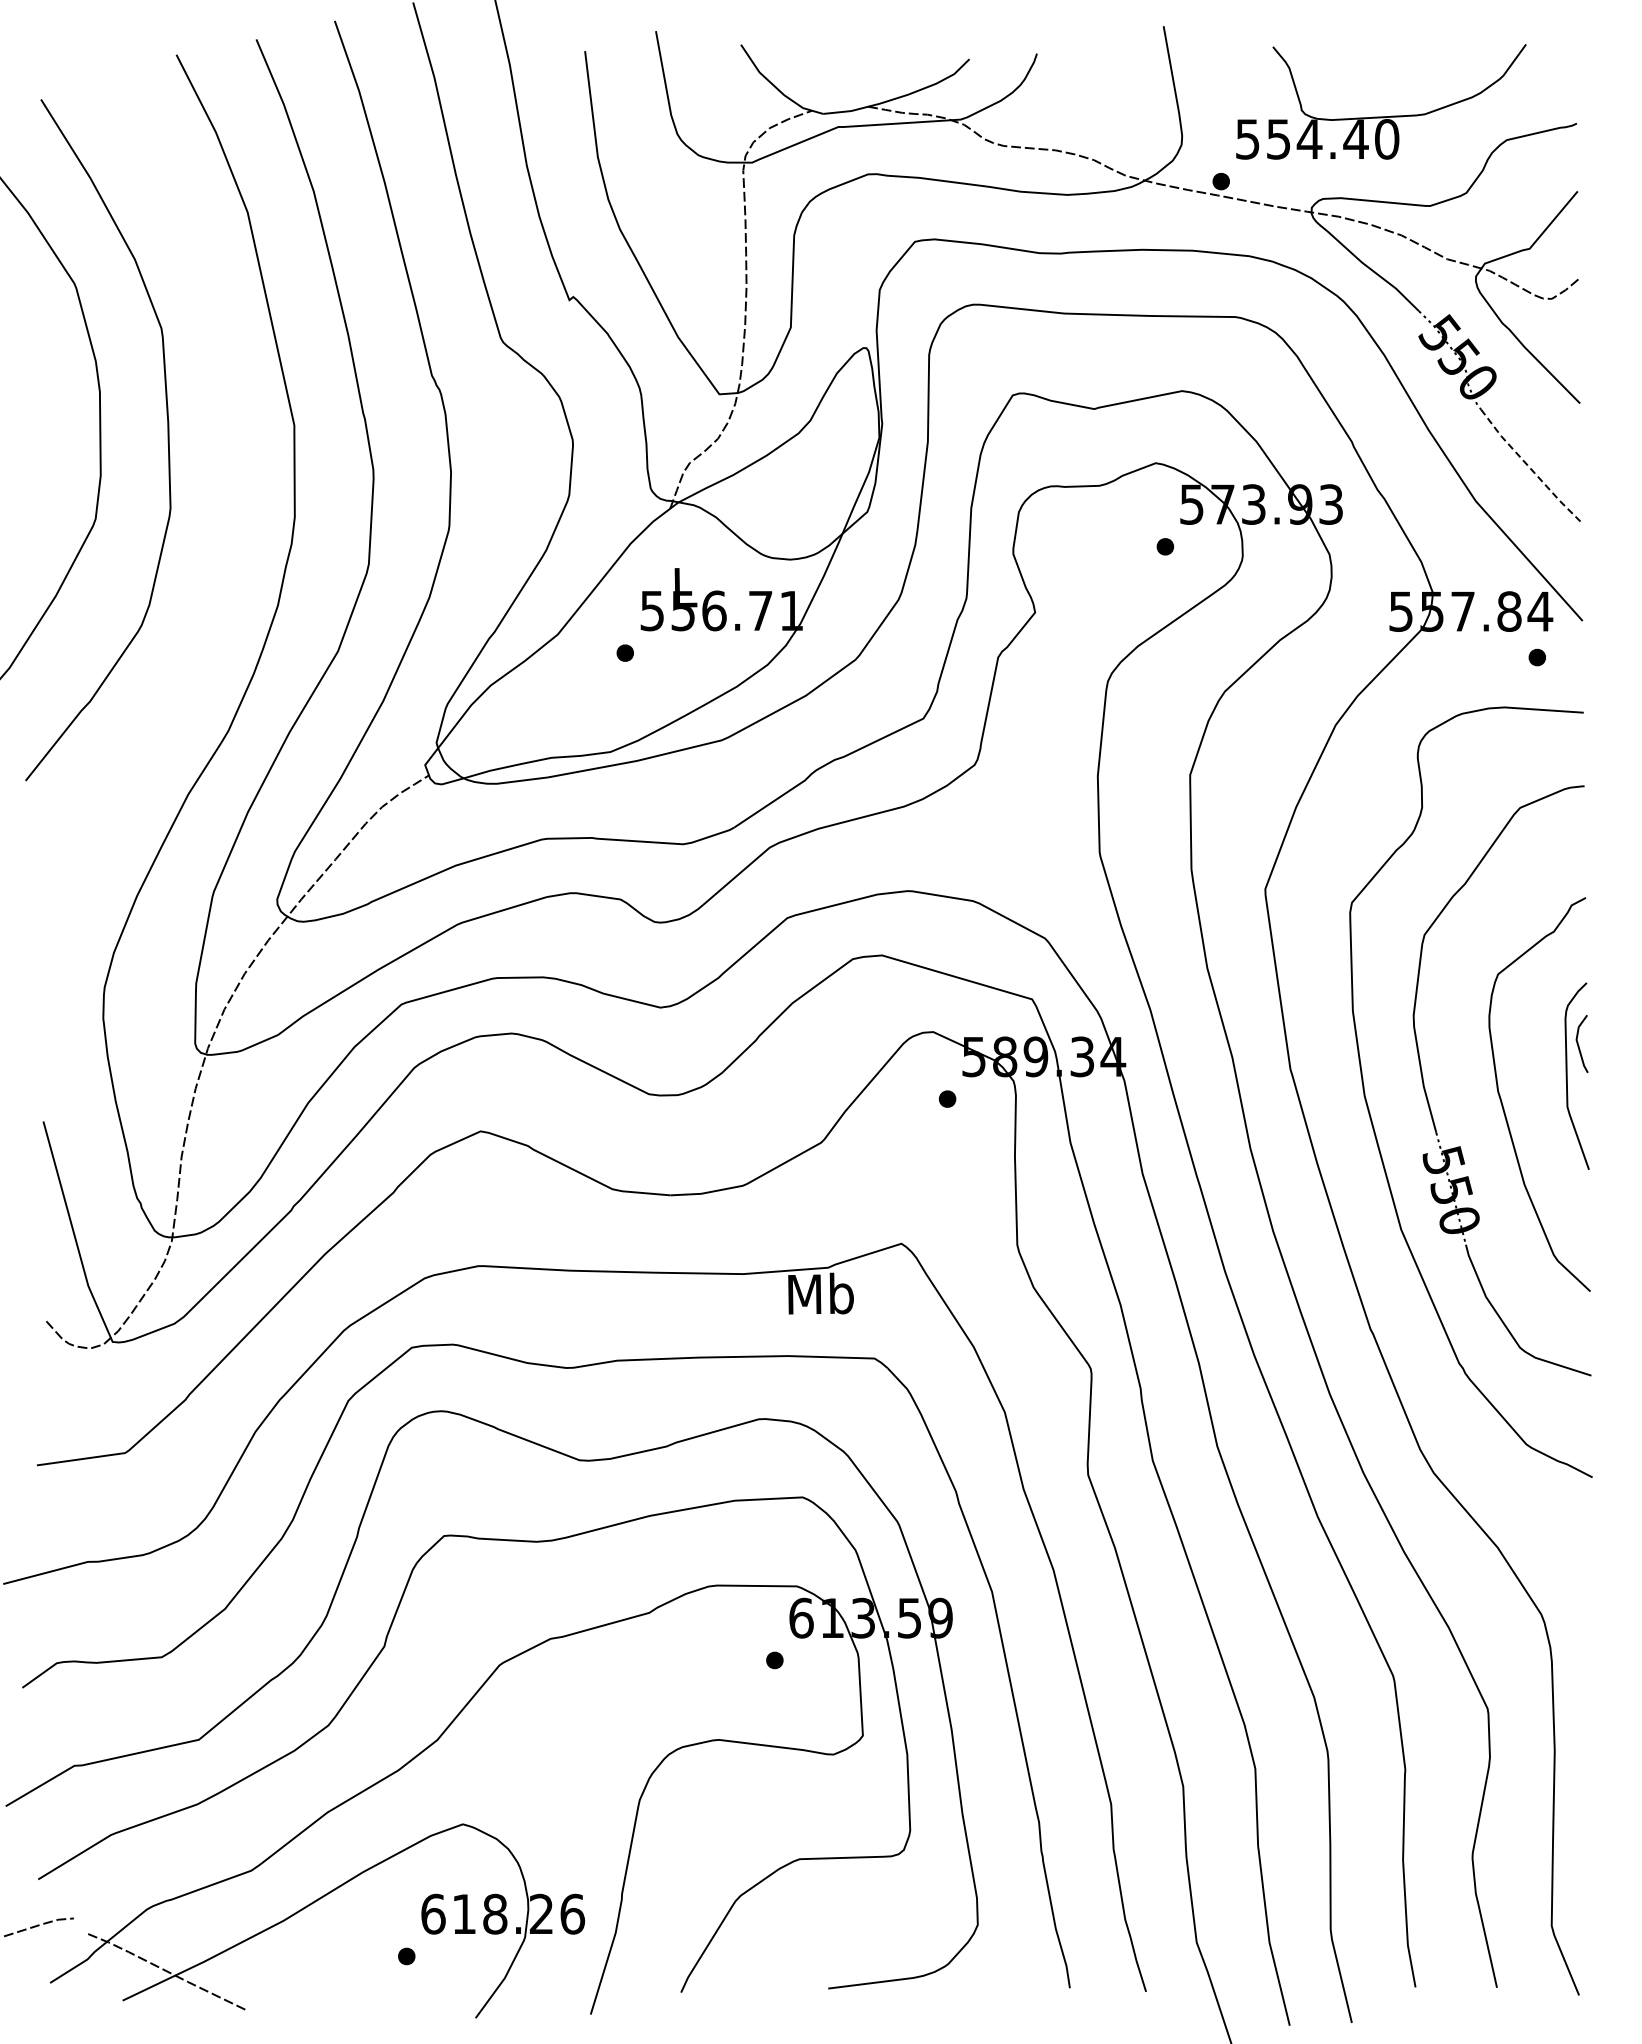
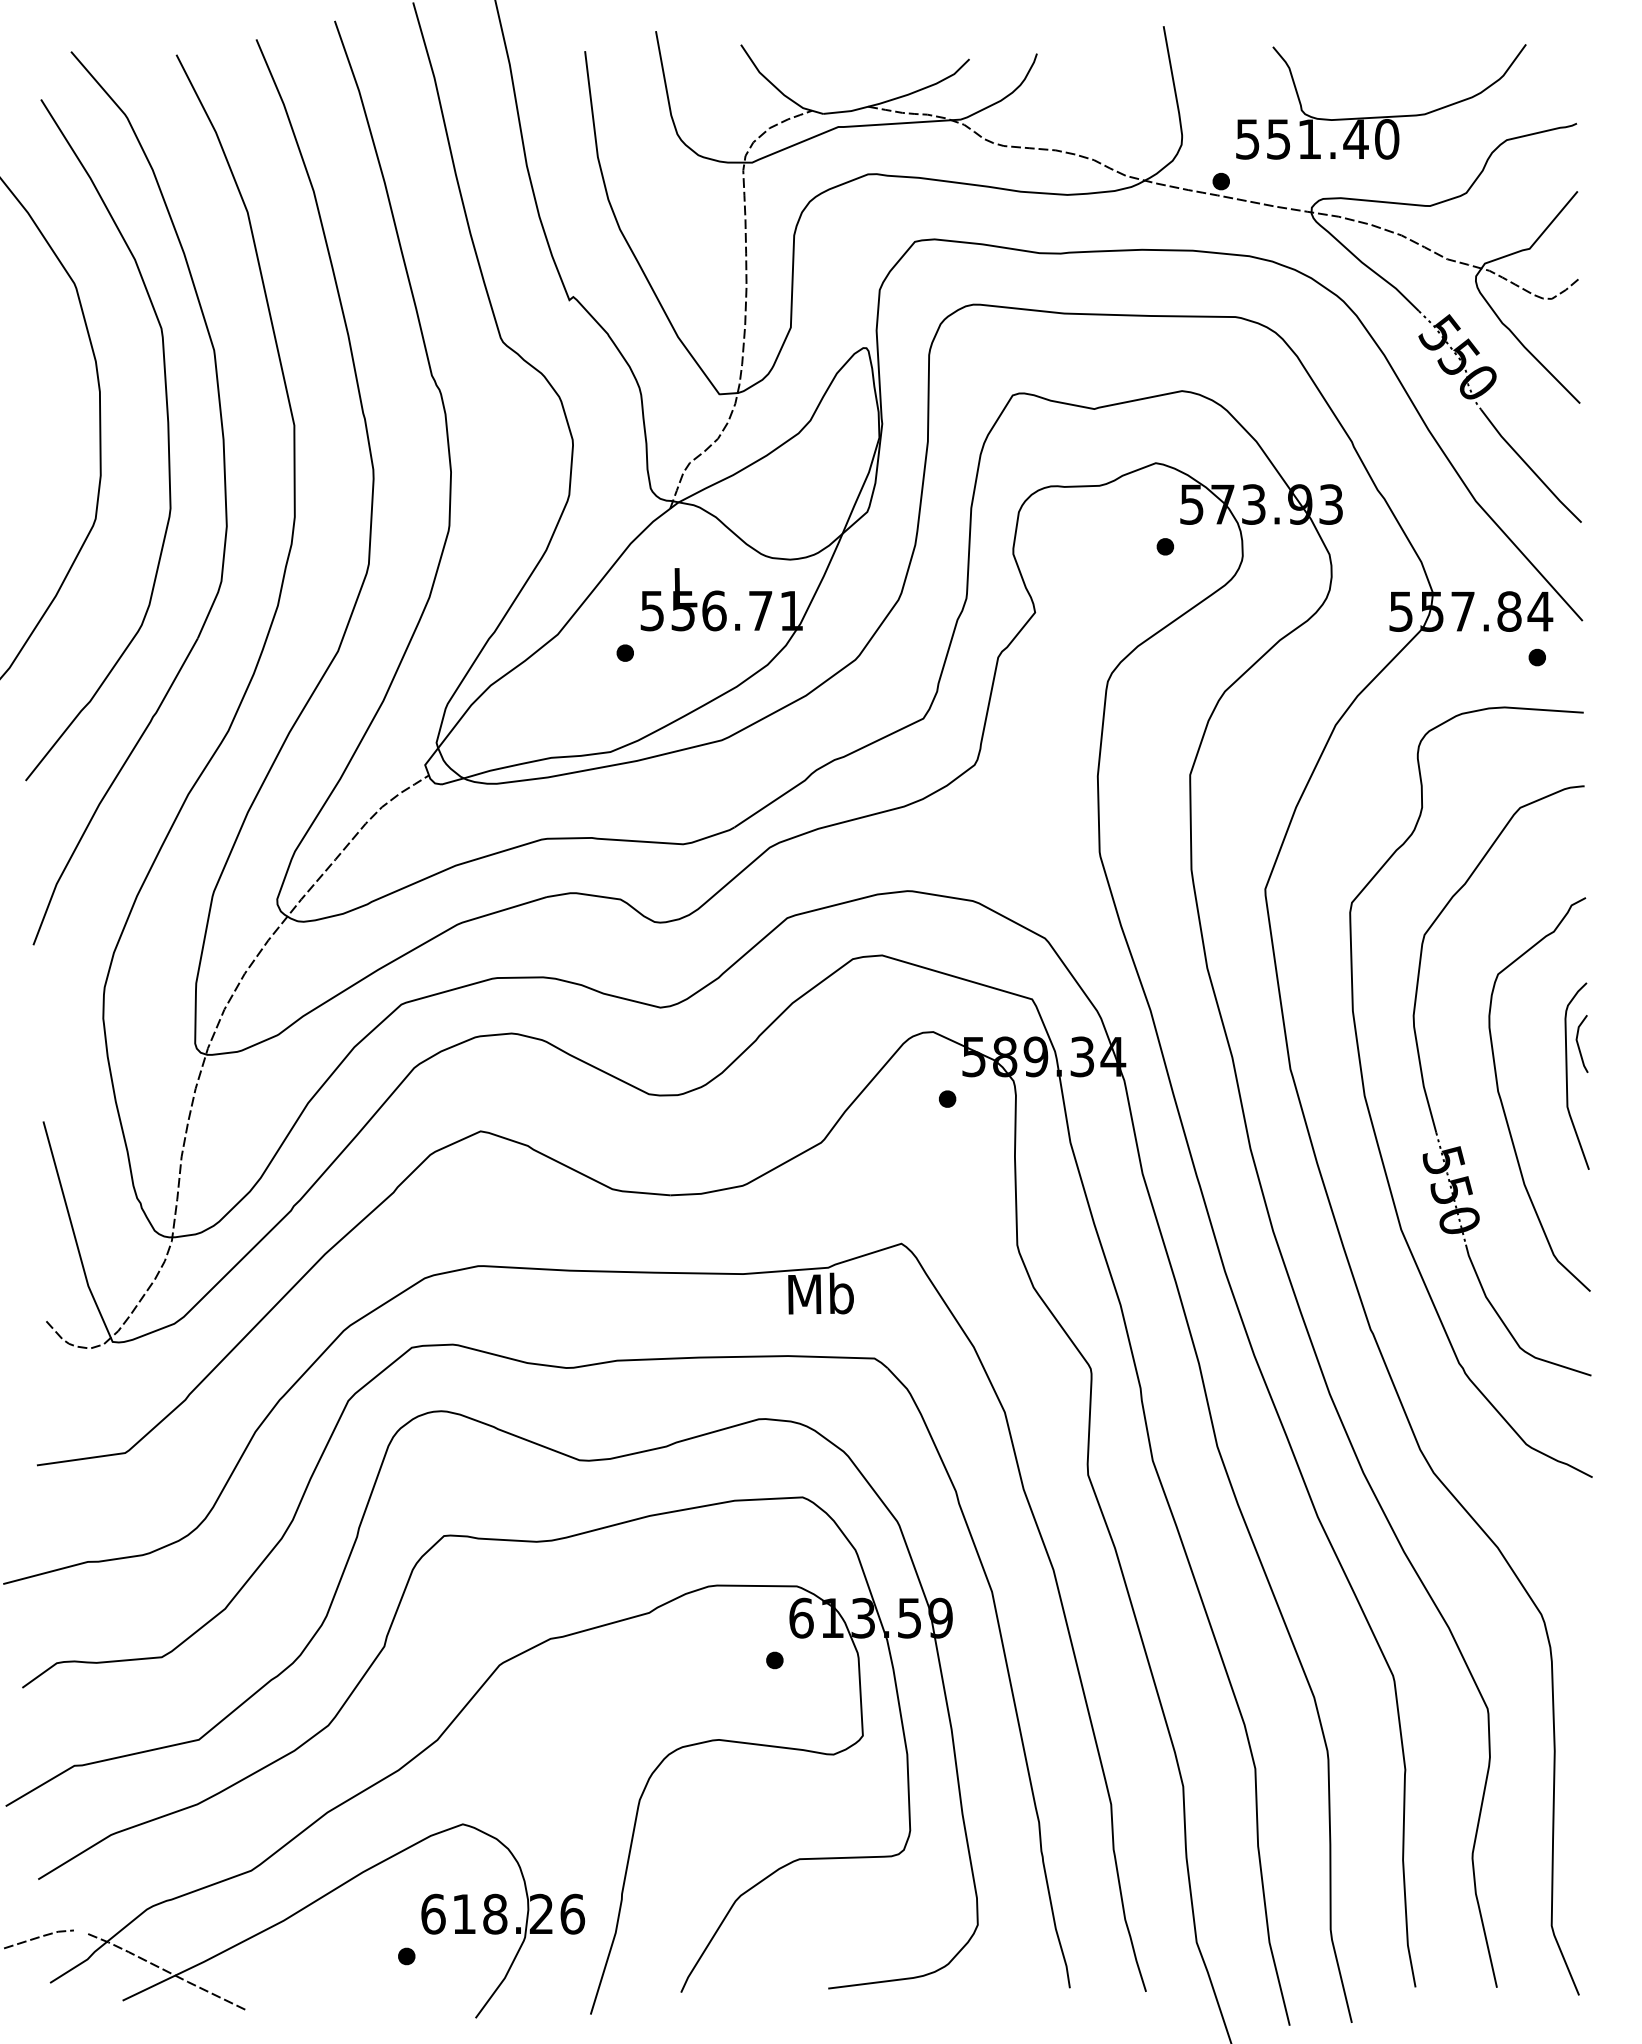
text at (1309, 138): 554.40 -> 551.40
line at (1530, 467): dashed -> solid
part at (224, 498): none -> present
line at (38, 1926) position: (38, 1926) -> (38, 1938)
